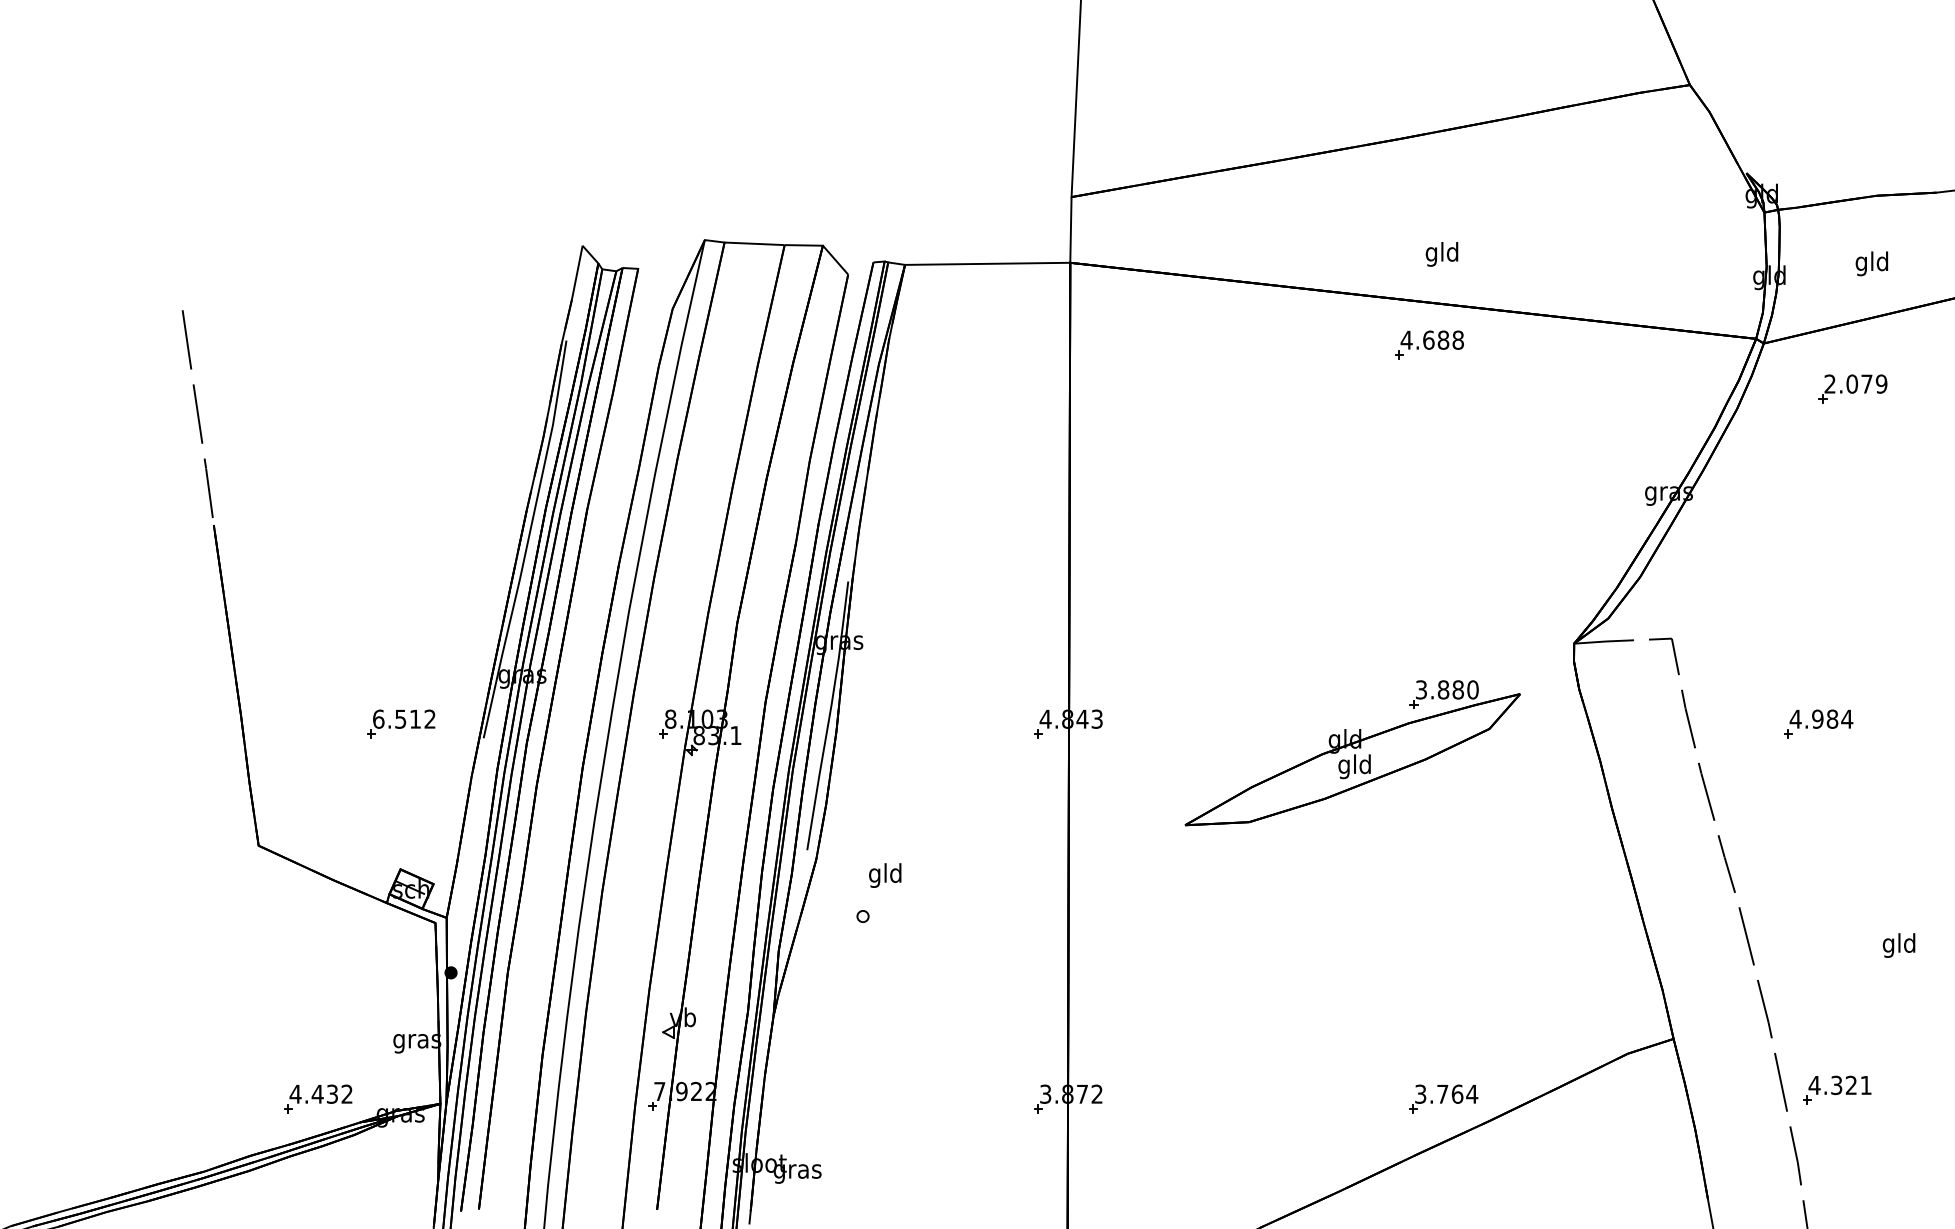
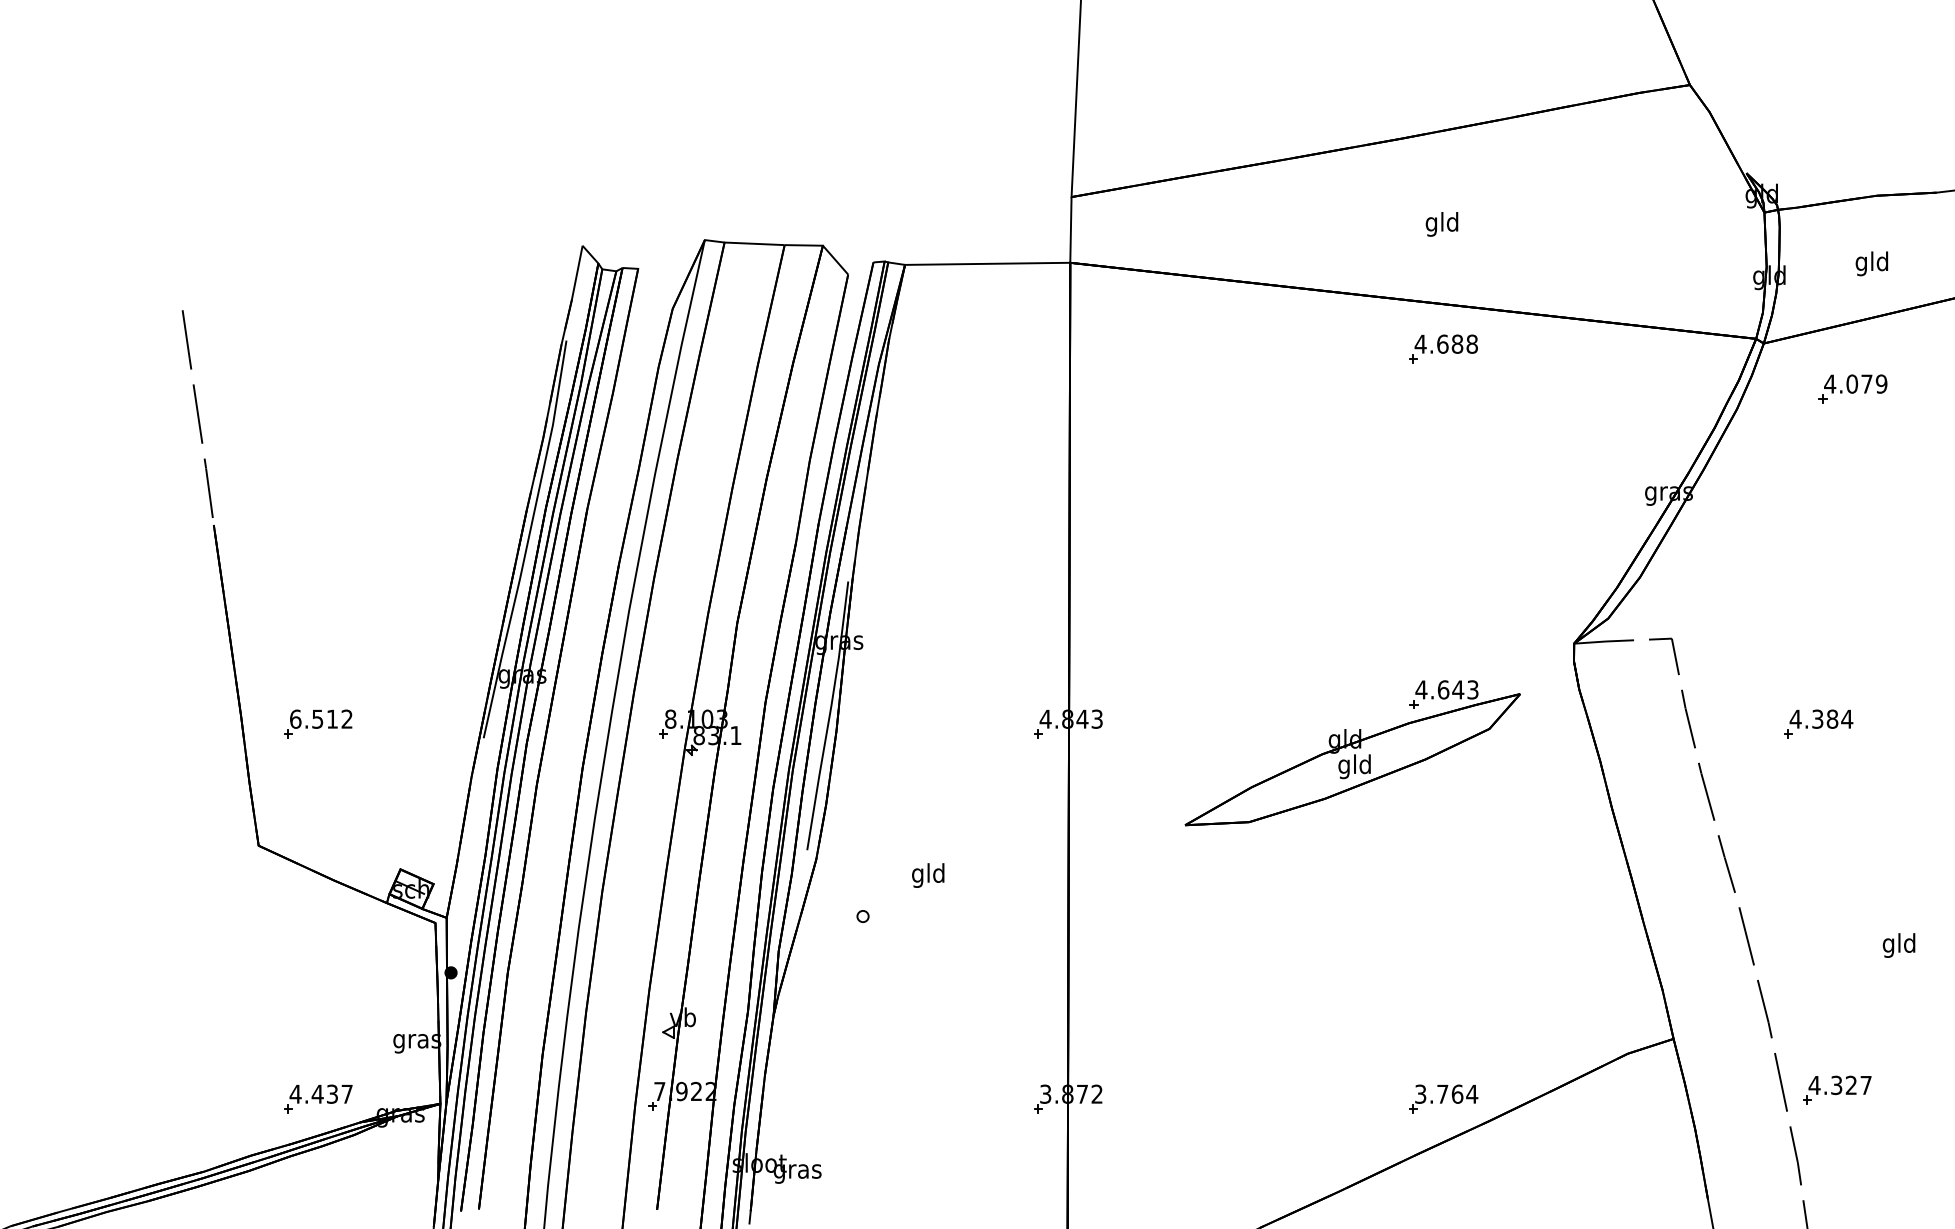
text at (1441, 254) position: (1441, 254) -> (1441, 224)
part at (1429, 344) position: (1429, 344) -> (1443, 348)
text at (1830, 383): 2.079 -> 4.079
text at (1446, 689): 3.880 -> 4.643
text at (1817, 718): 4.984 -> 4.384
part at (401, 723) position: (401, 723) -> (318, 723)
text at (885, 875) position: (885, 875) -> (928, 875)
text at (1865, 1085): 4.321 -> 4.327
text at (346, 1093): 4.432 -> 4.437
